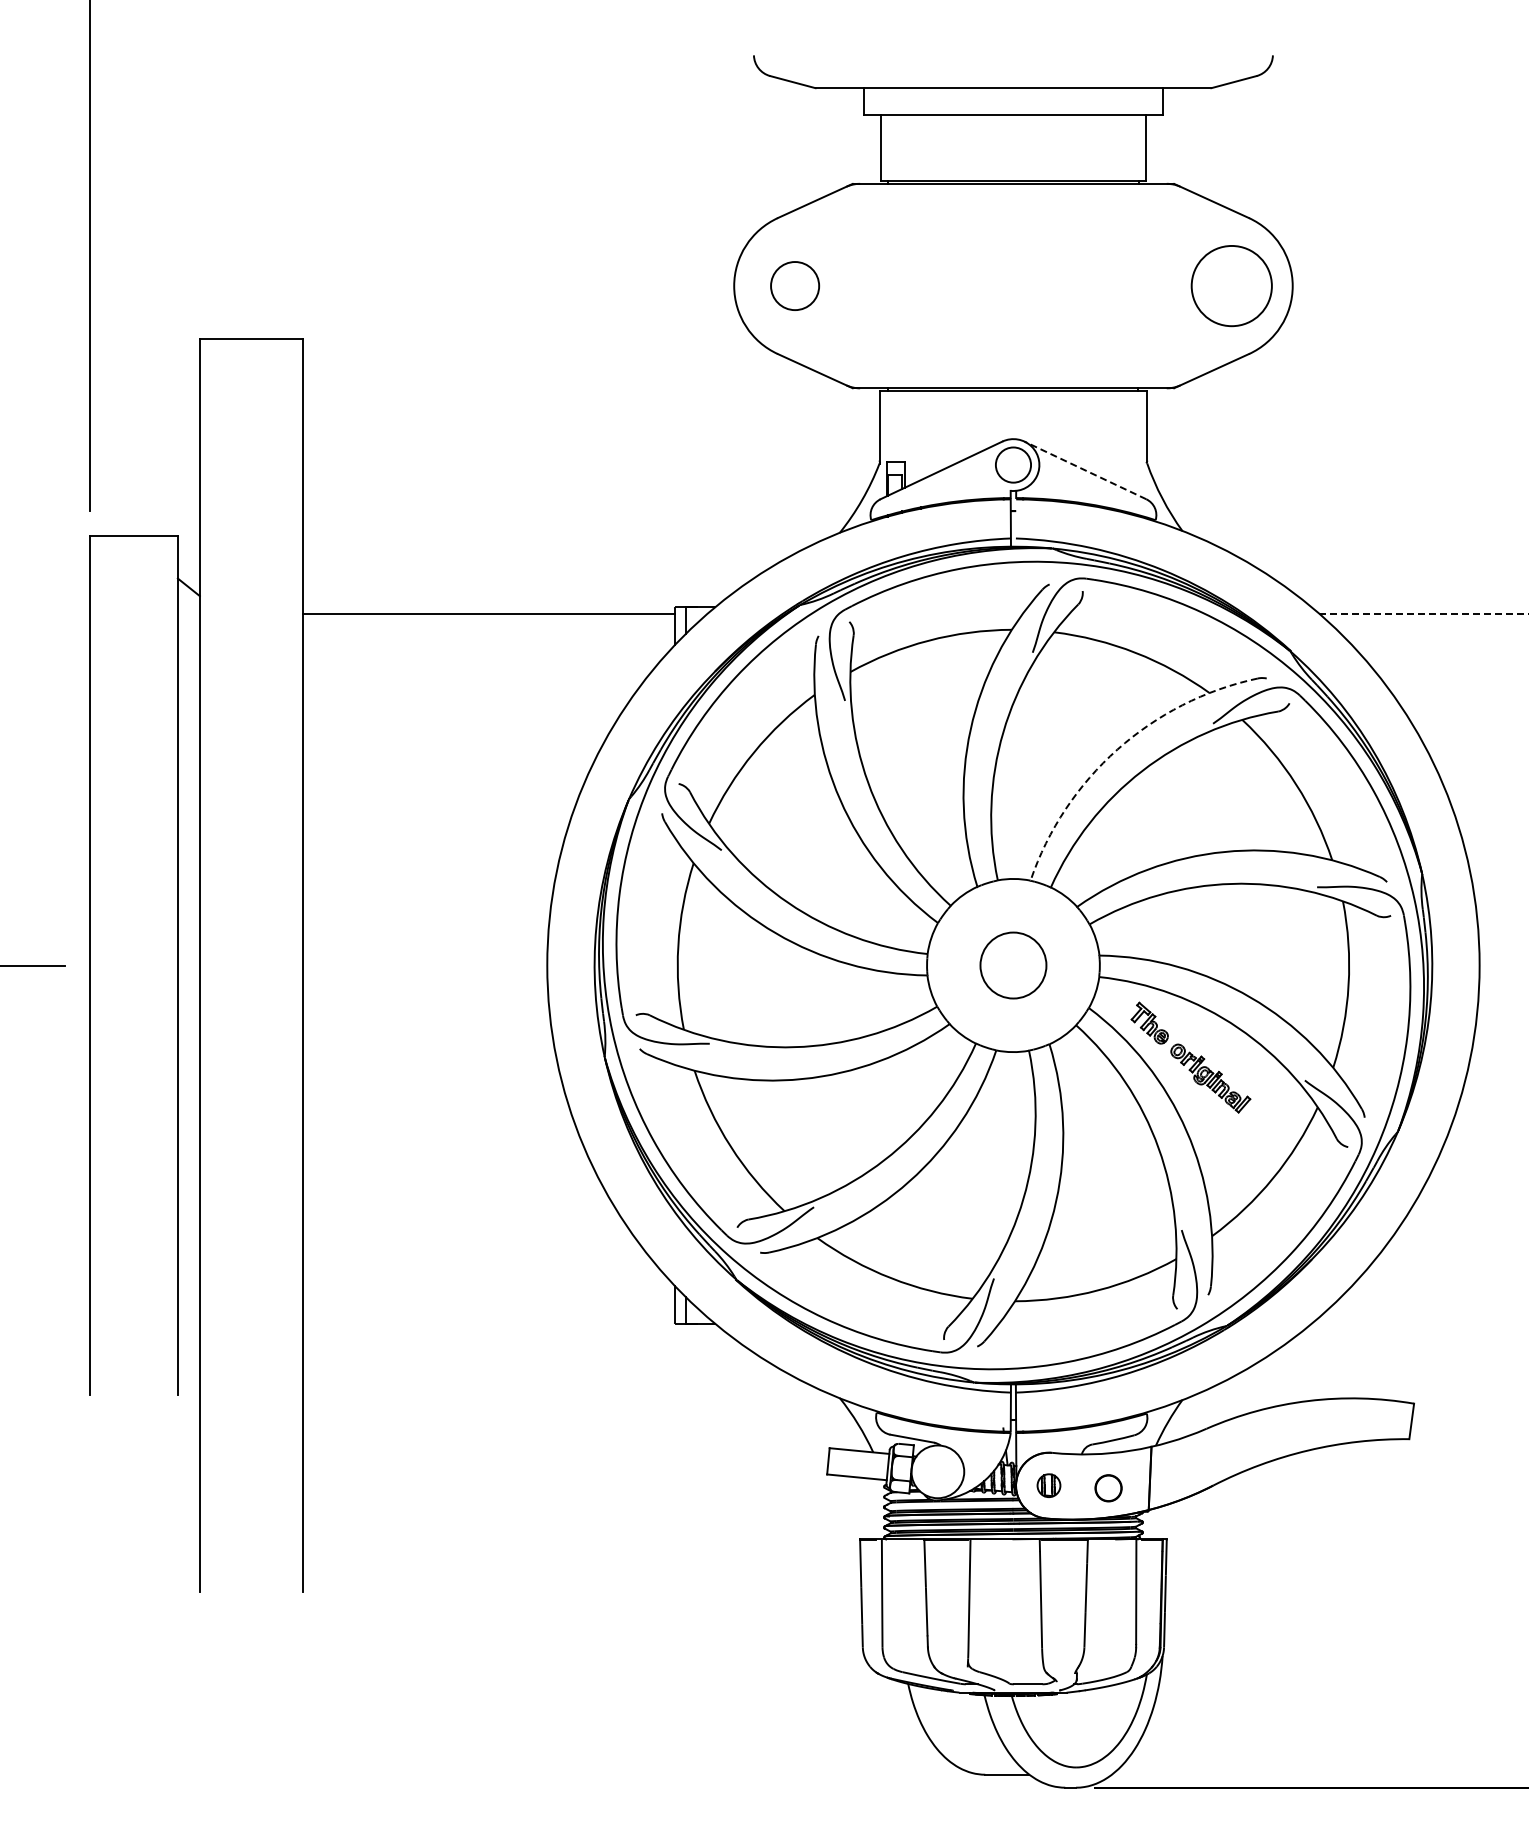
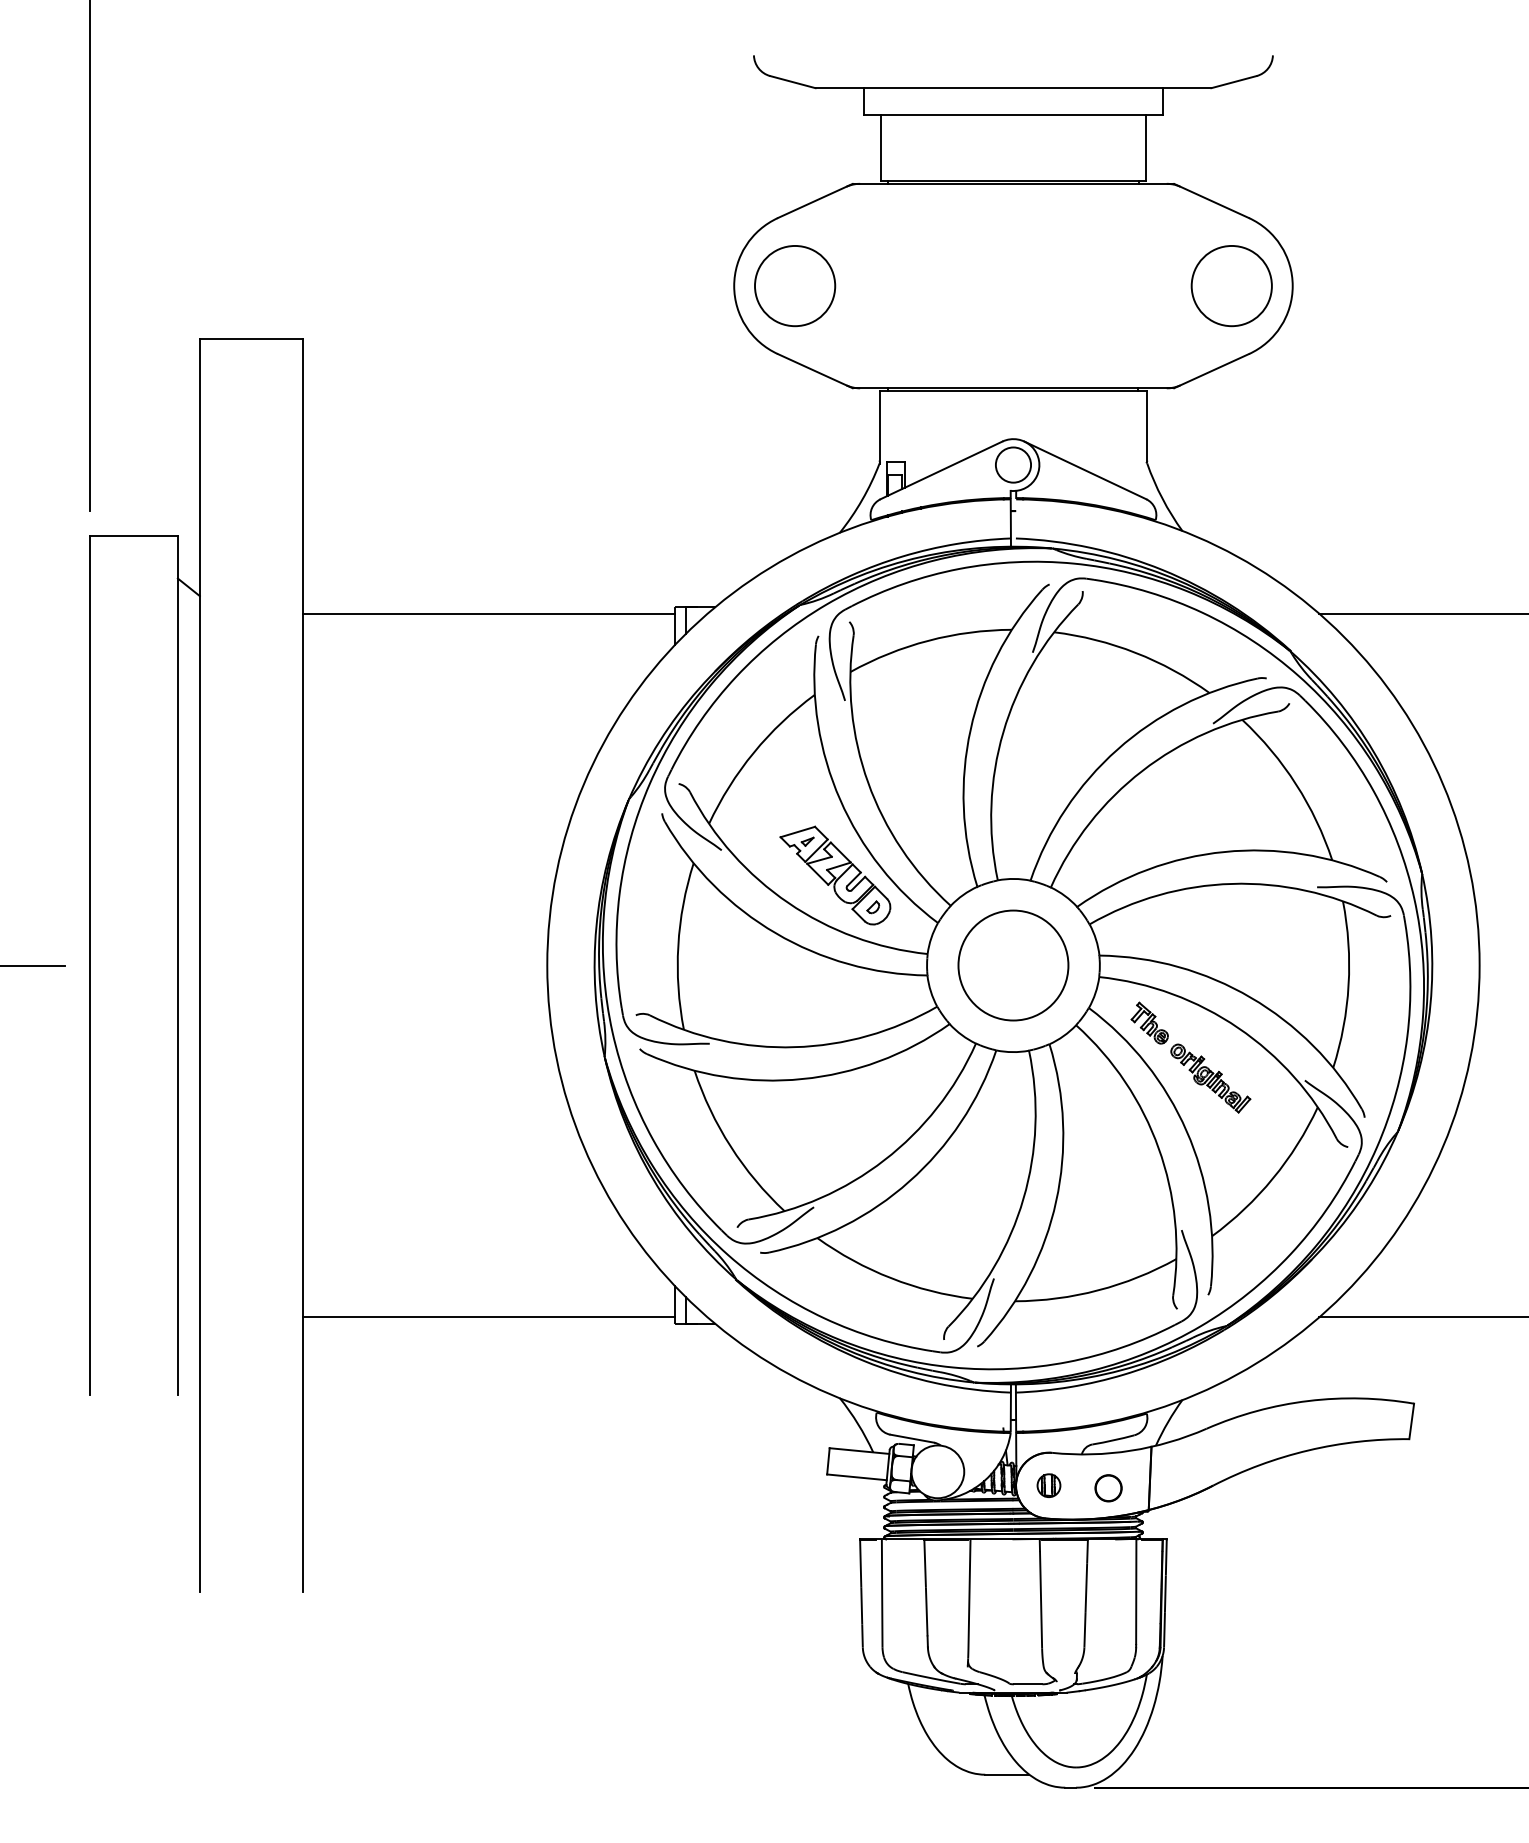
circle at (795, 286) diameter: 48 px -> 80 px
line at (1084, 470): dashed -> solid
line at (1423, 613): dashed -> solid
arc at (1117, 749): dashed -> solid
part at (835, 875): none -> present
circle at (1013, 965) diameter: 66 px -> 110 px
line at (488, 1317): none -> present
line at (1422, 1317): none -> present
